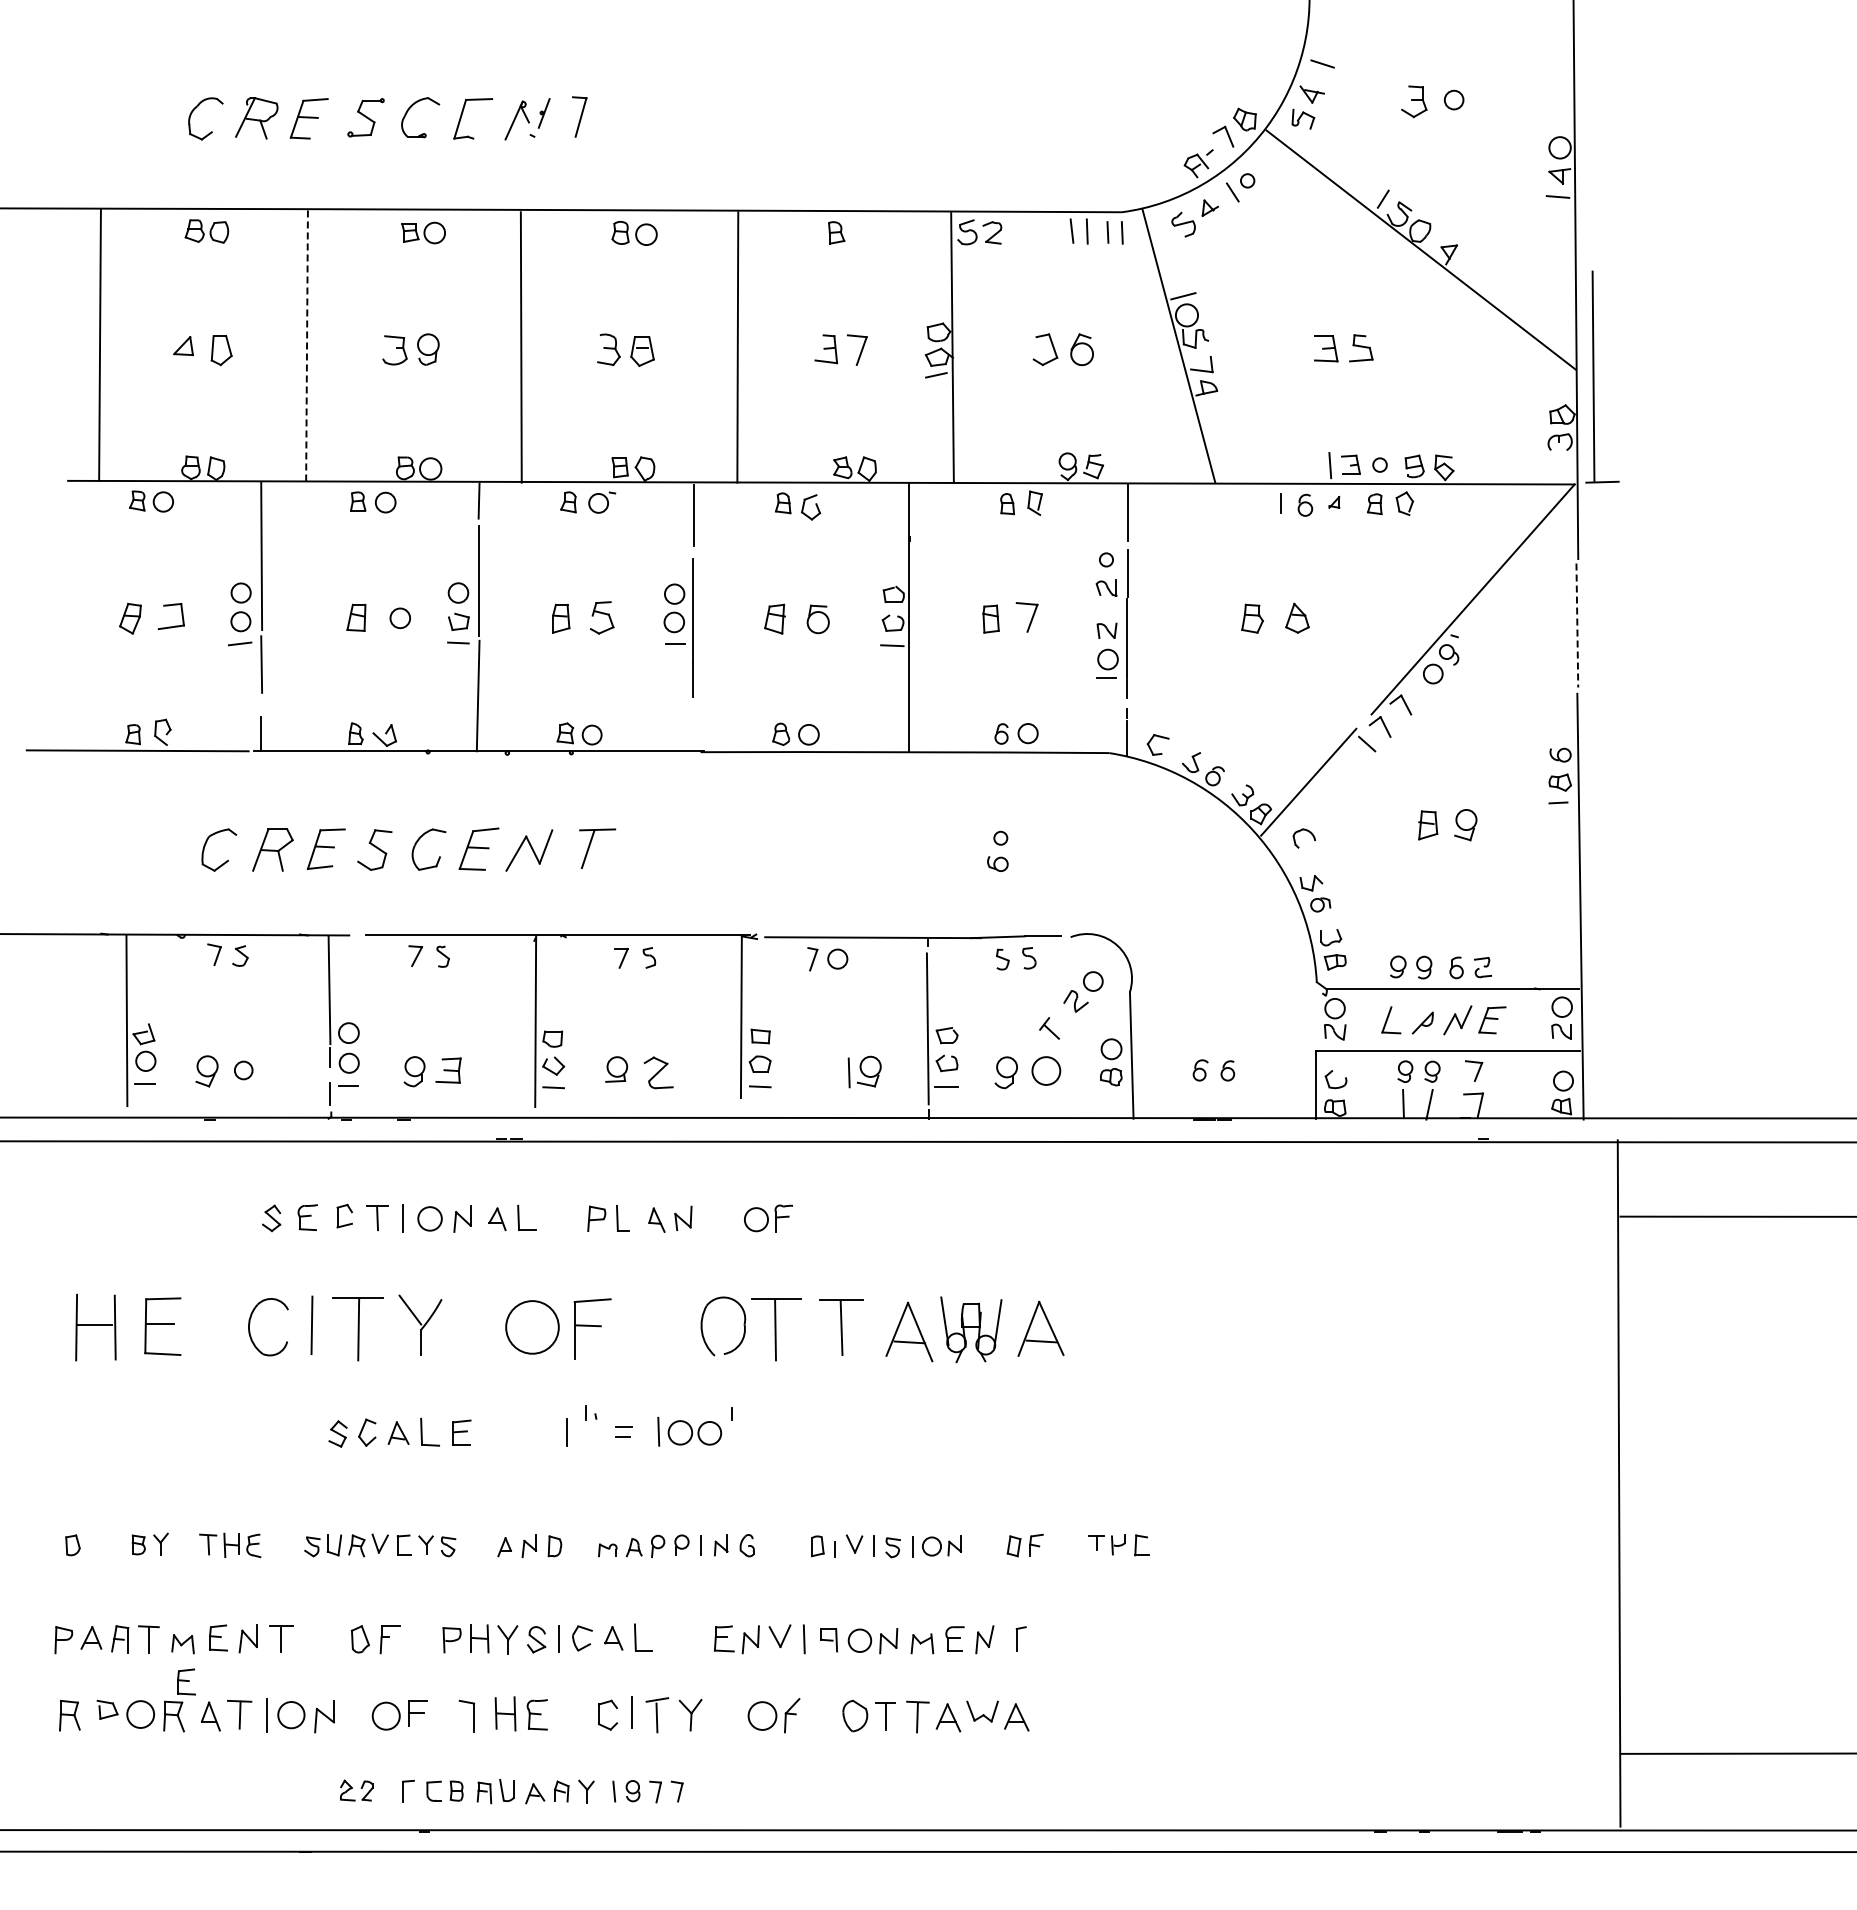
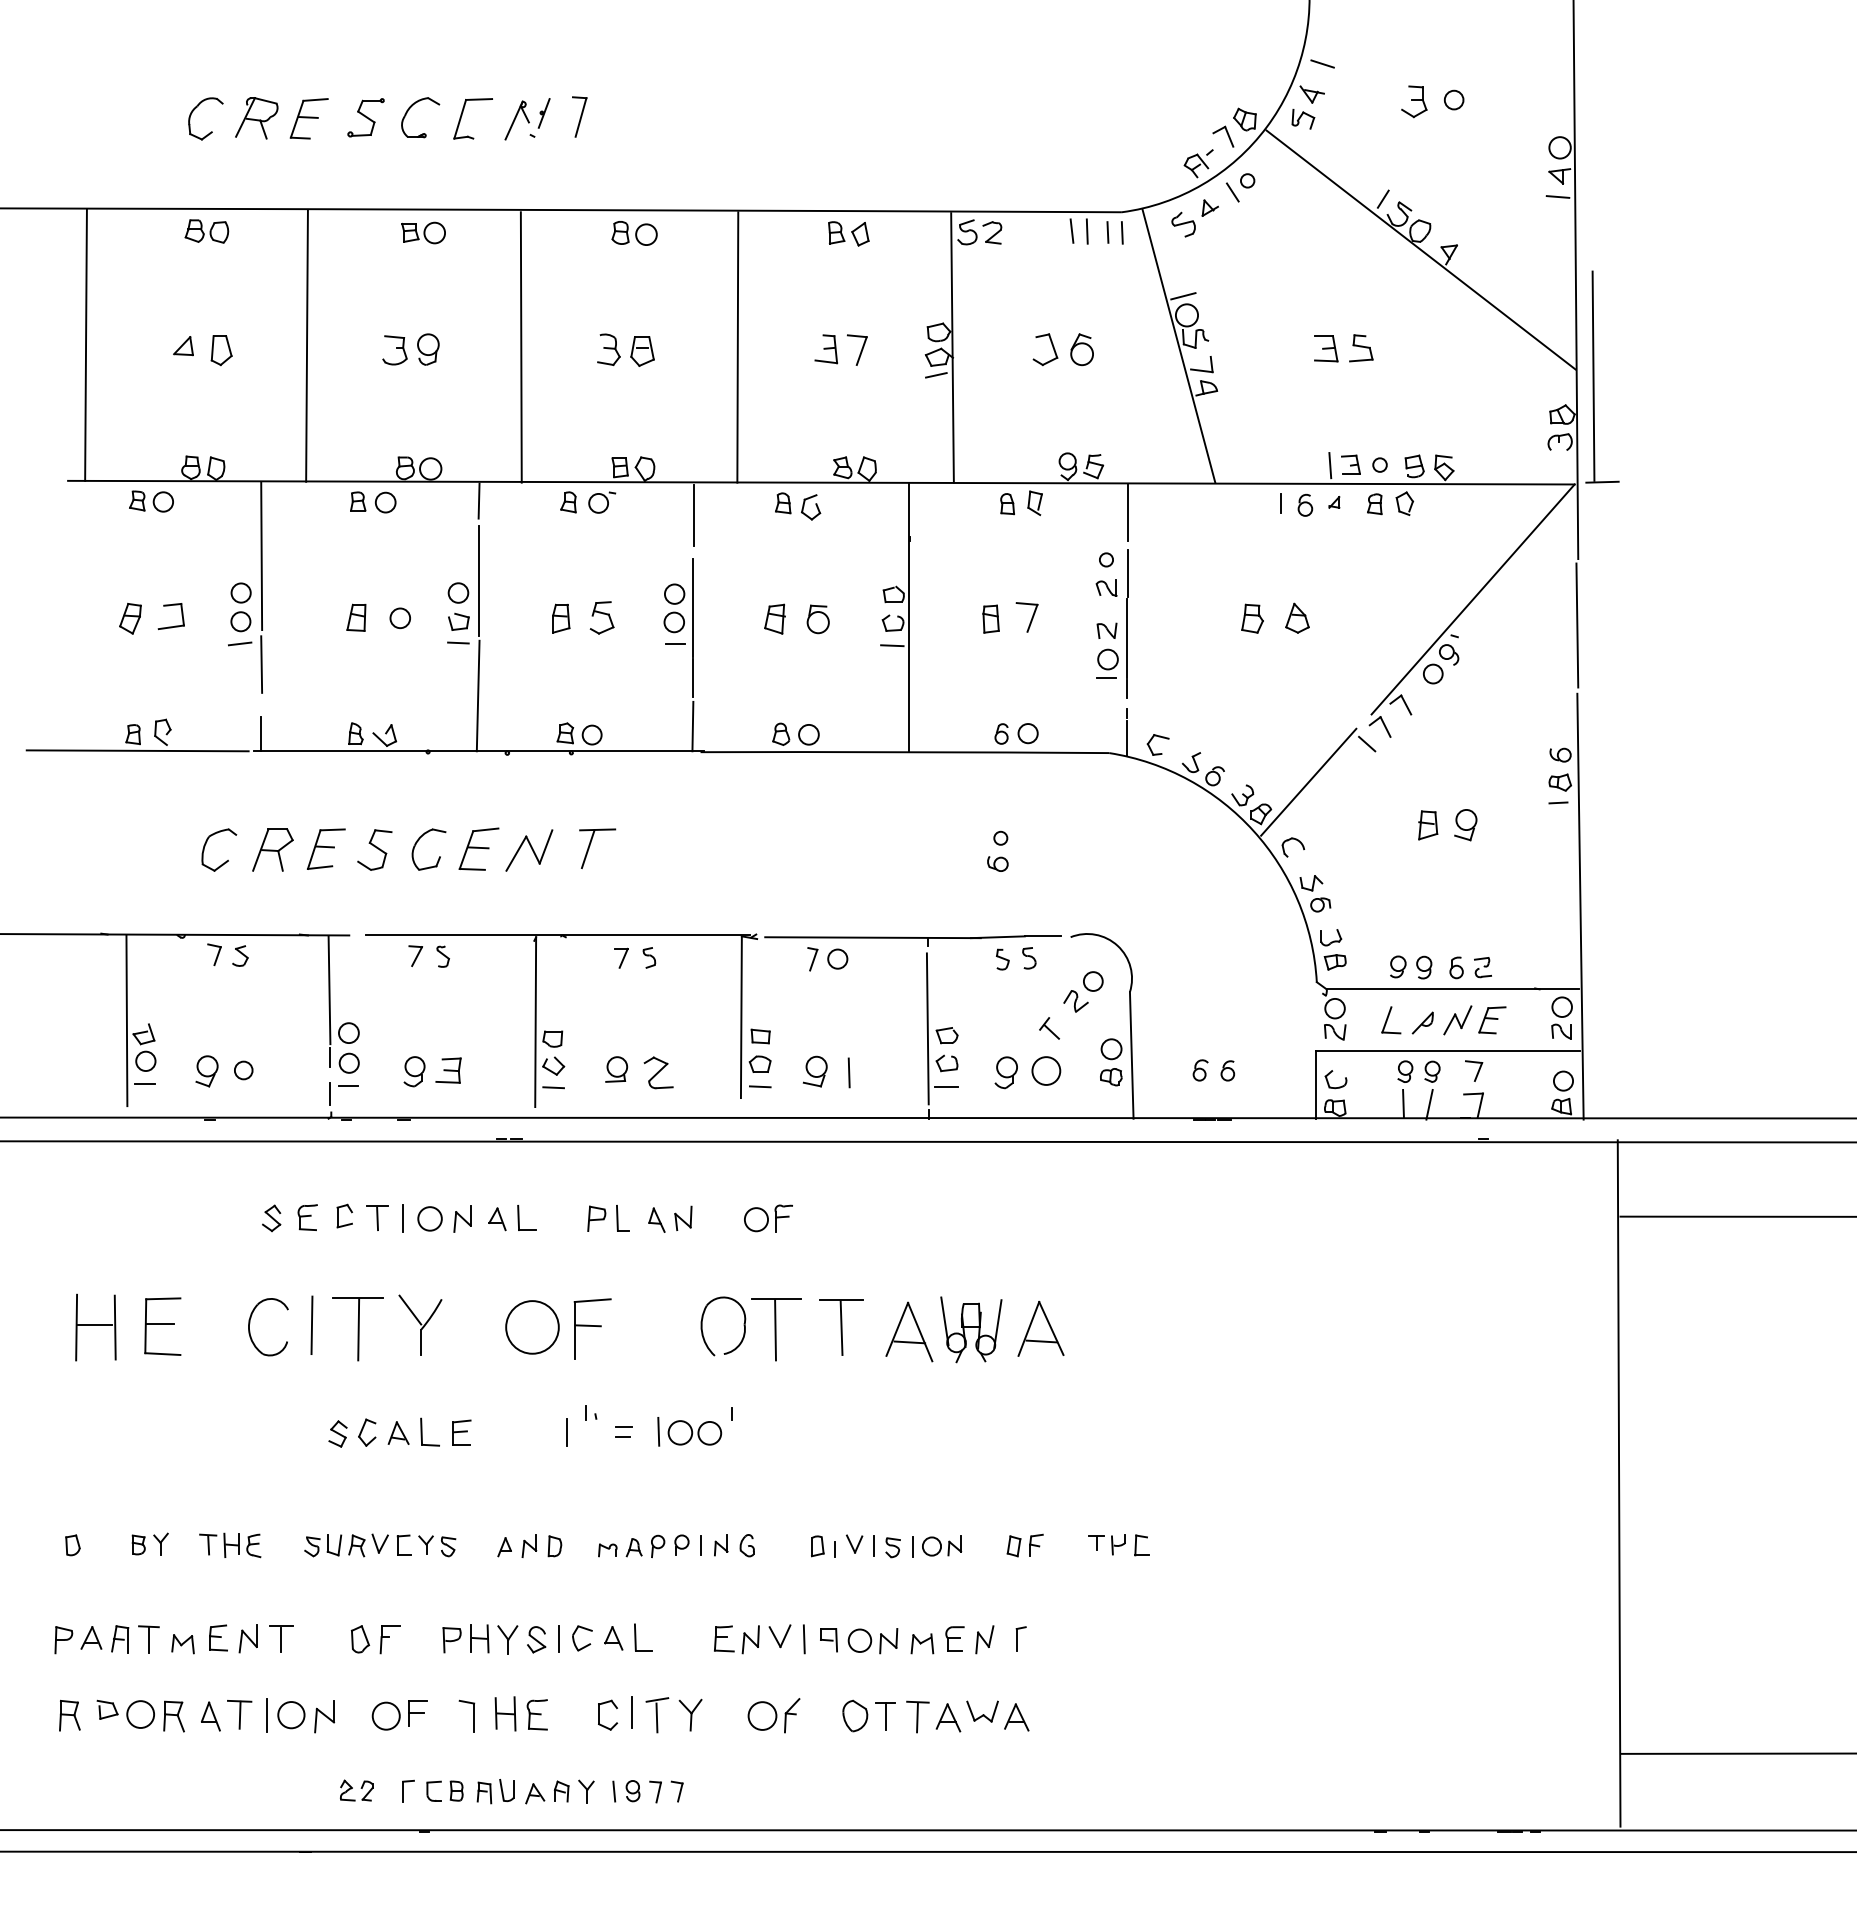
part at (860, 234): none -> present
line at (99, 344) position: (99, 344) -> (85, 344)
line at (307, 346): dashed -> solid
line at (1577, 625): dashed -> solid
line at (692, 726): none -> present
part at (1308, 832) position: (1308, 832) -> (1297, 841)
part at (868, 1071) position: (868, 1071) -> (814, 1071)
part at (186, 1681): present -> none
